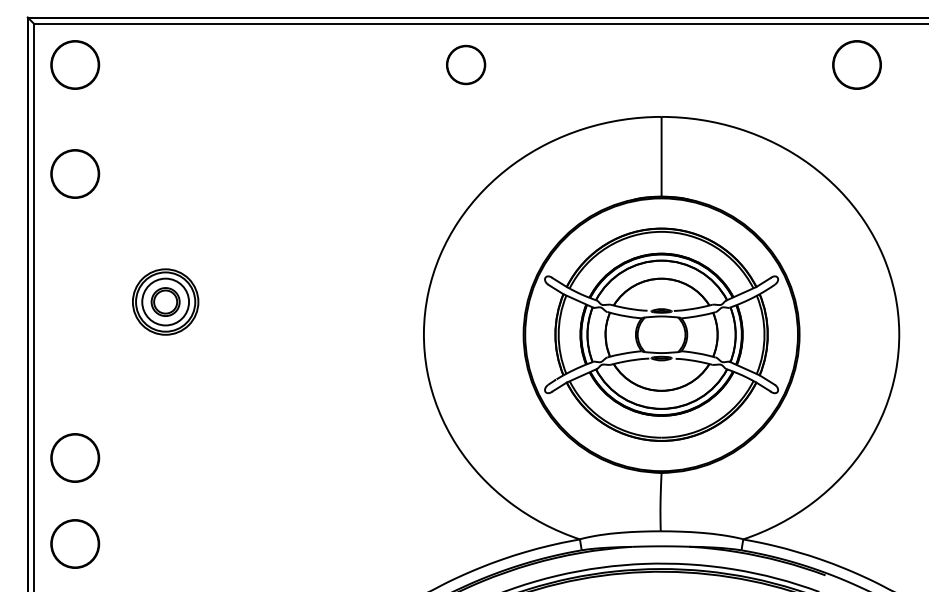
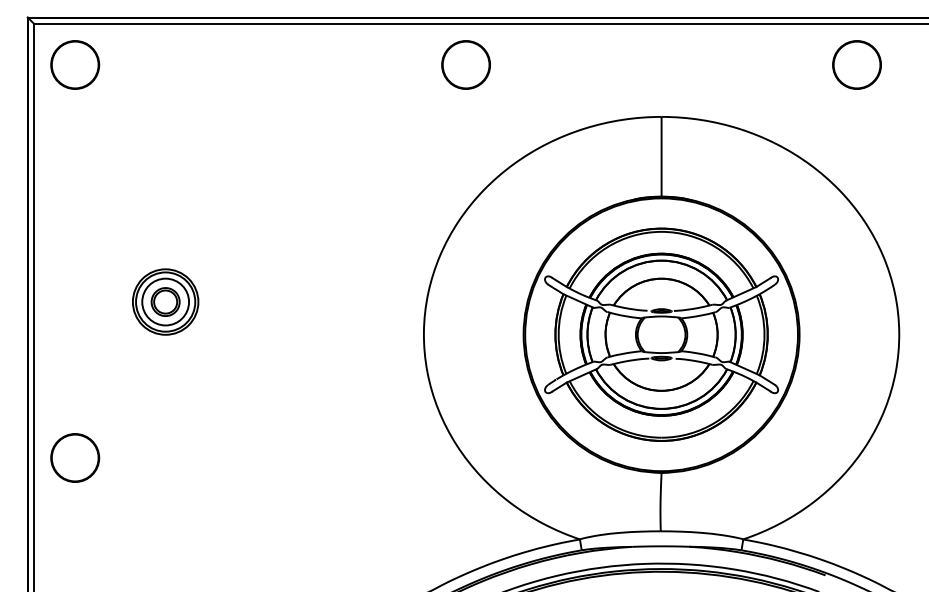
circle at (466, 64) size: 41x42 px -> 50x50 px
circle at (75, 173): present -> none
circle at (75, 543): present -> none
